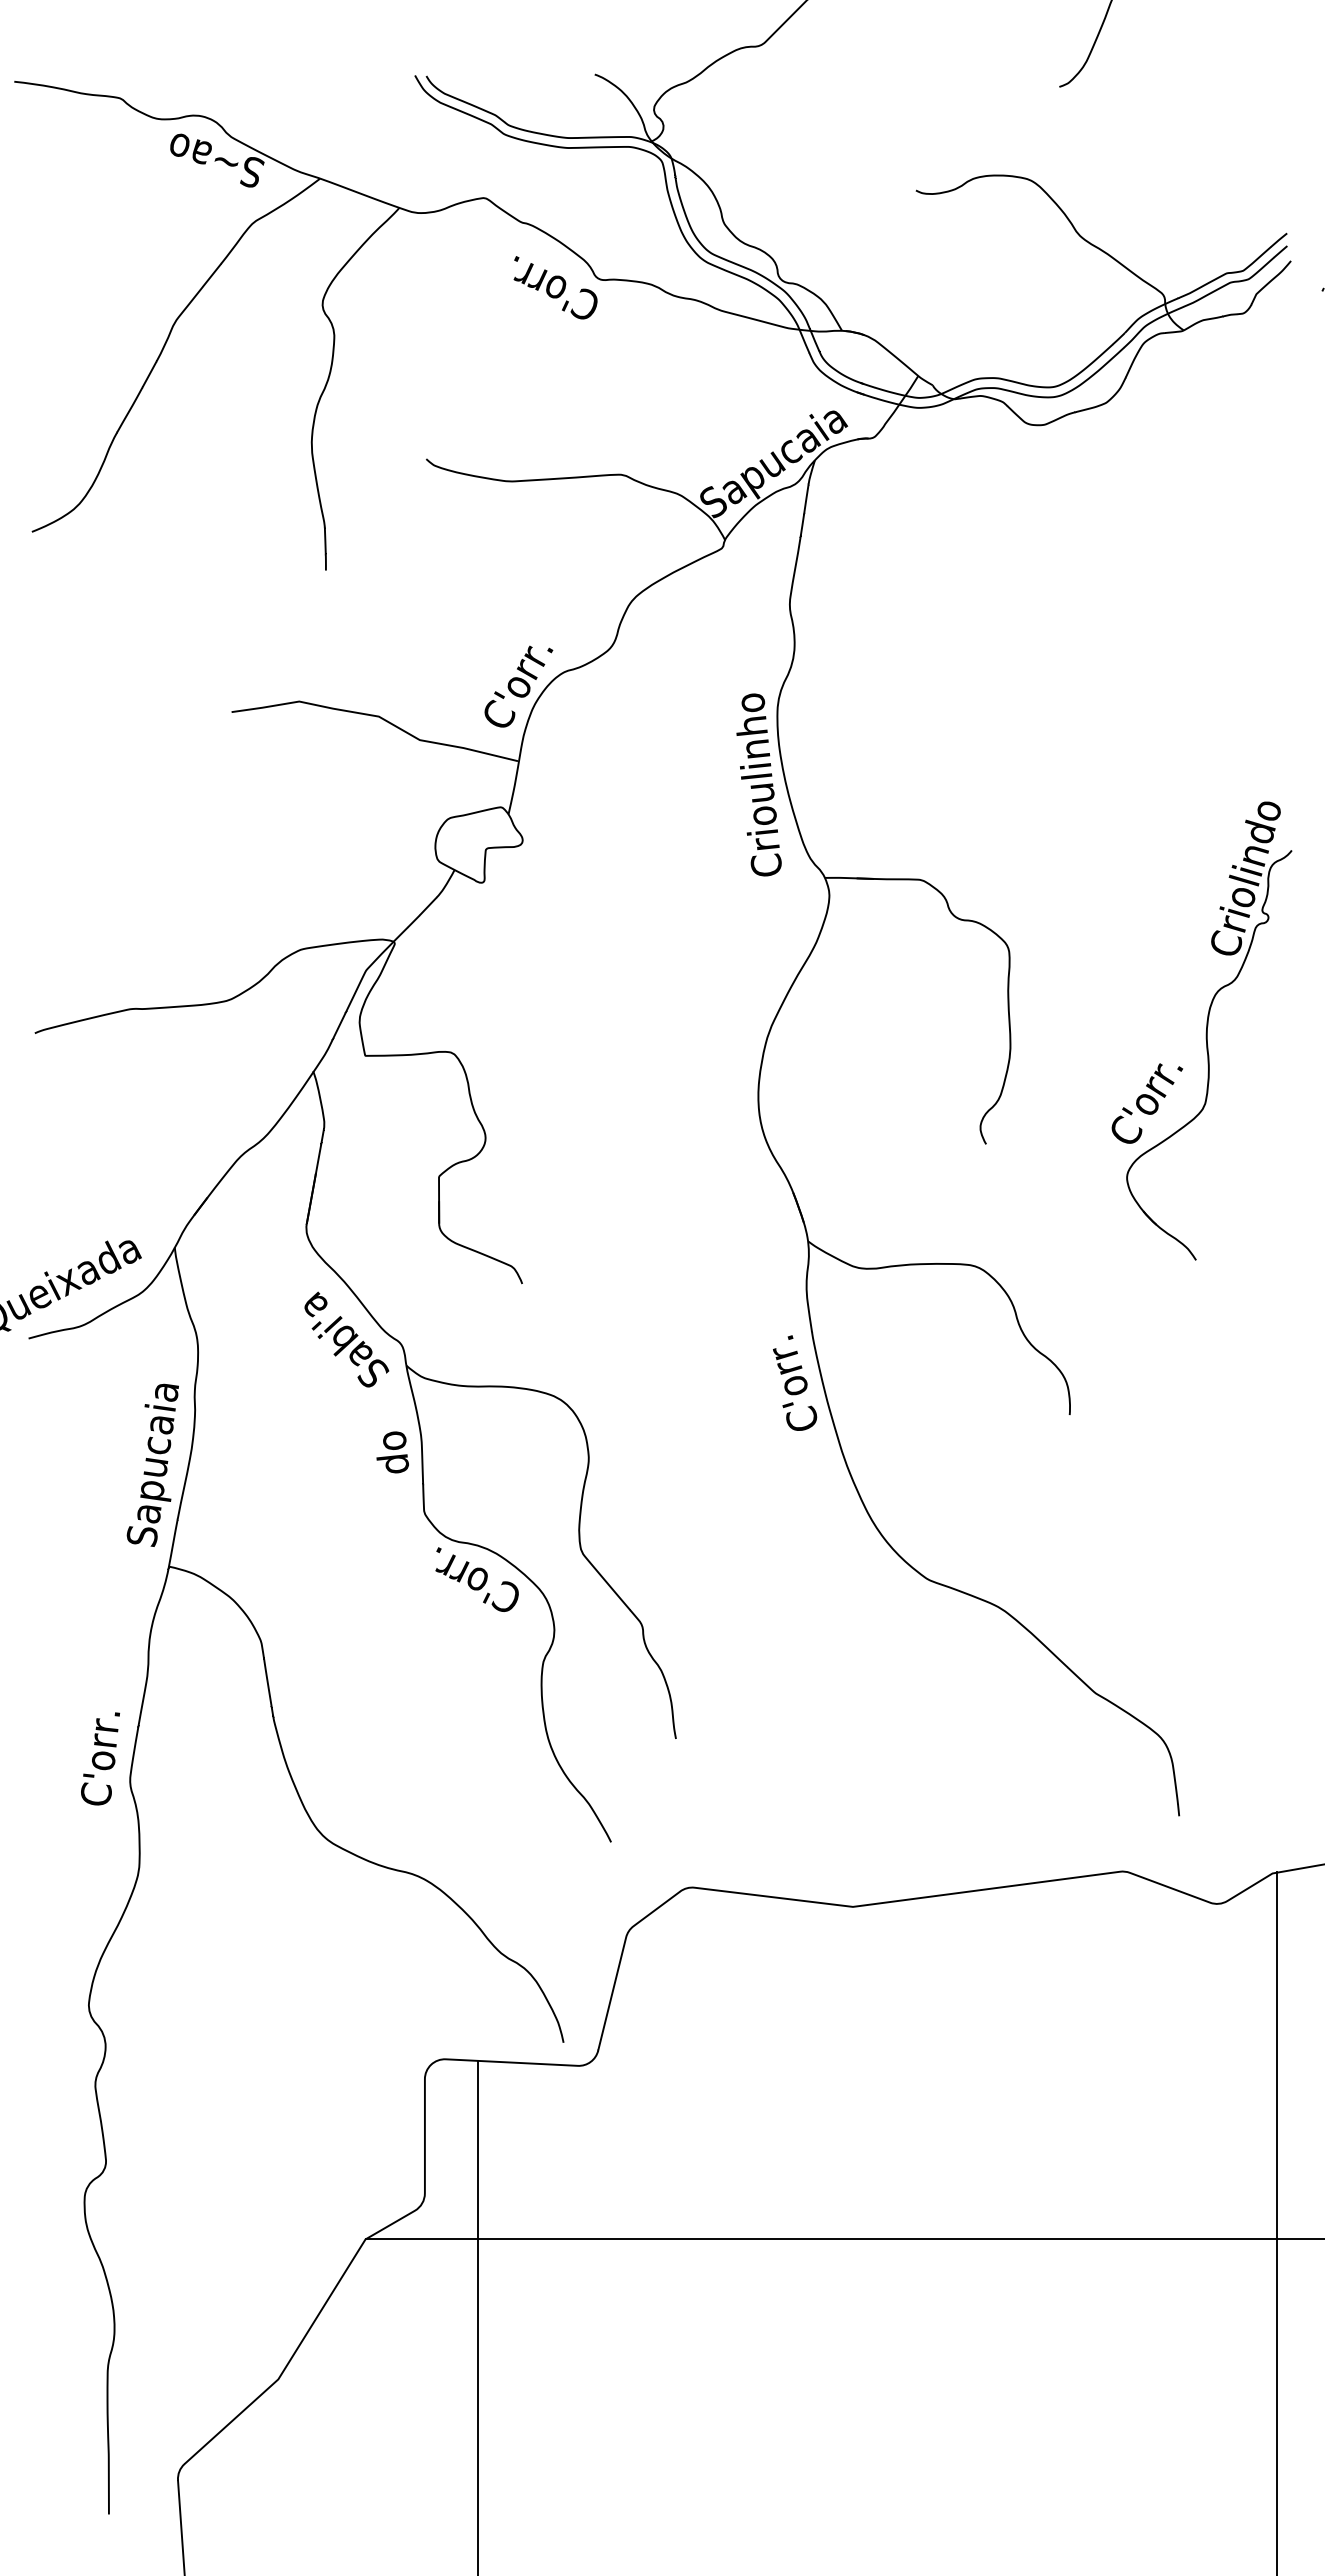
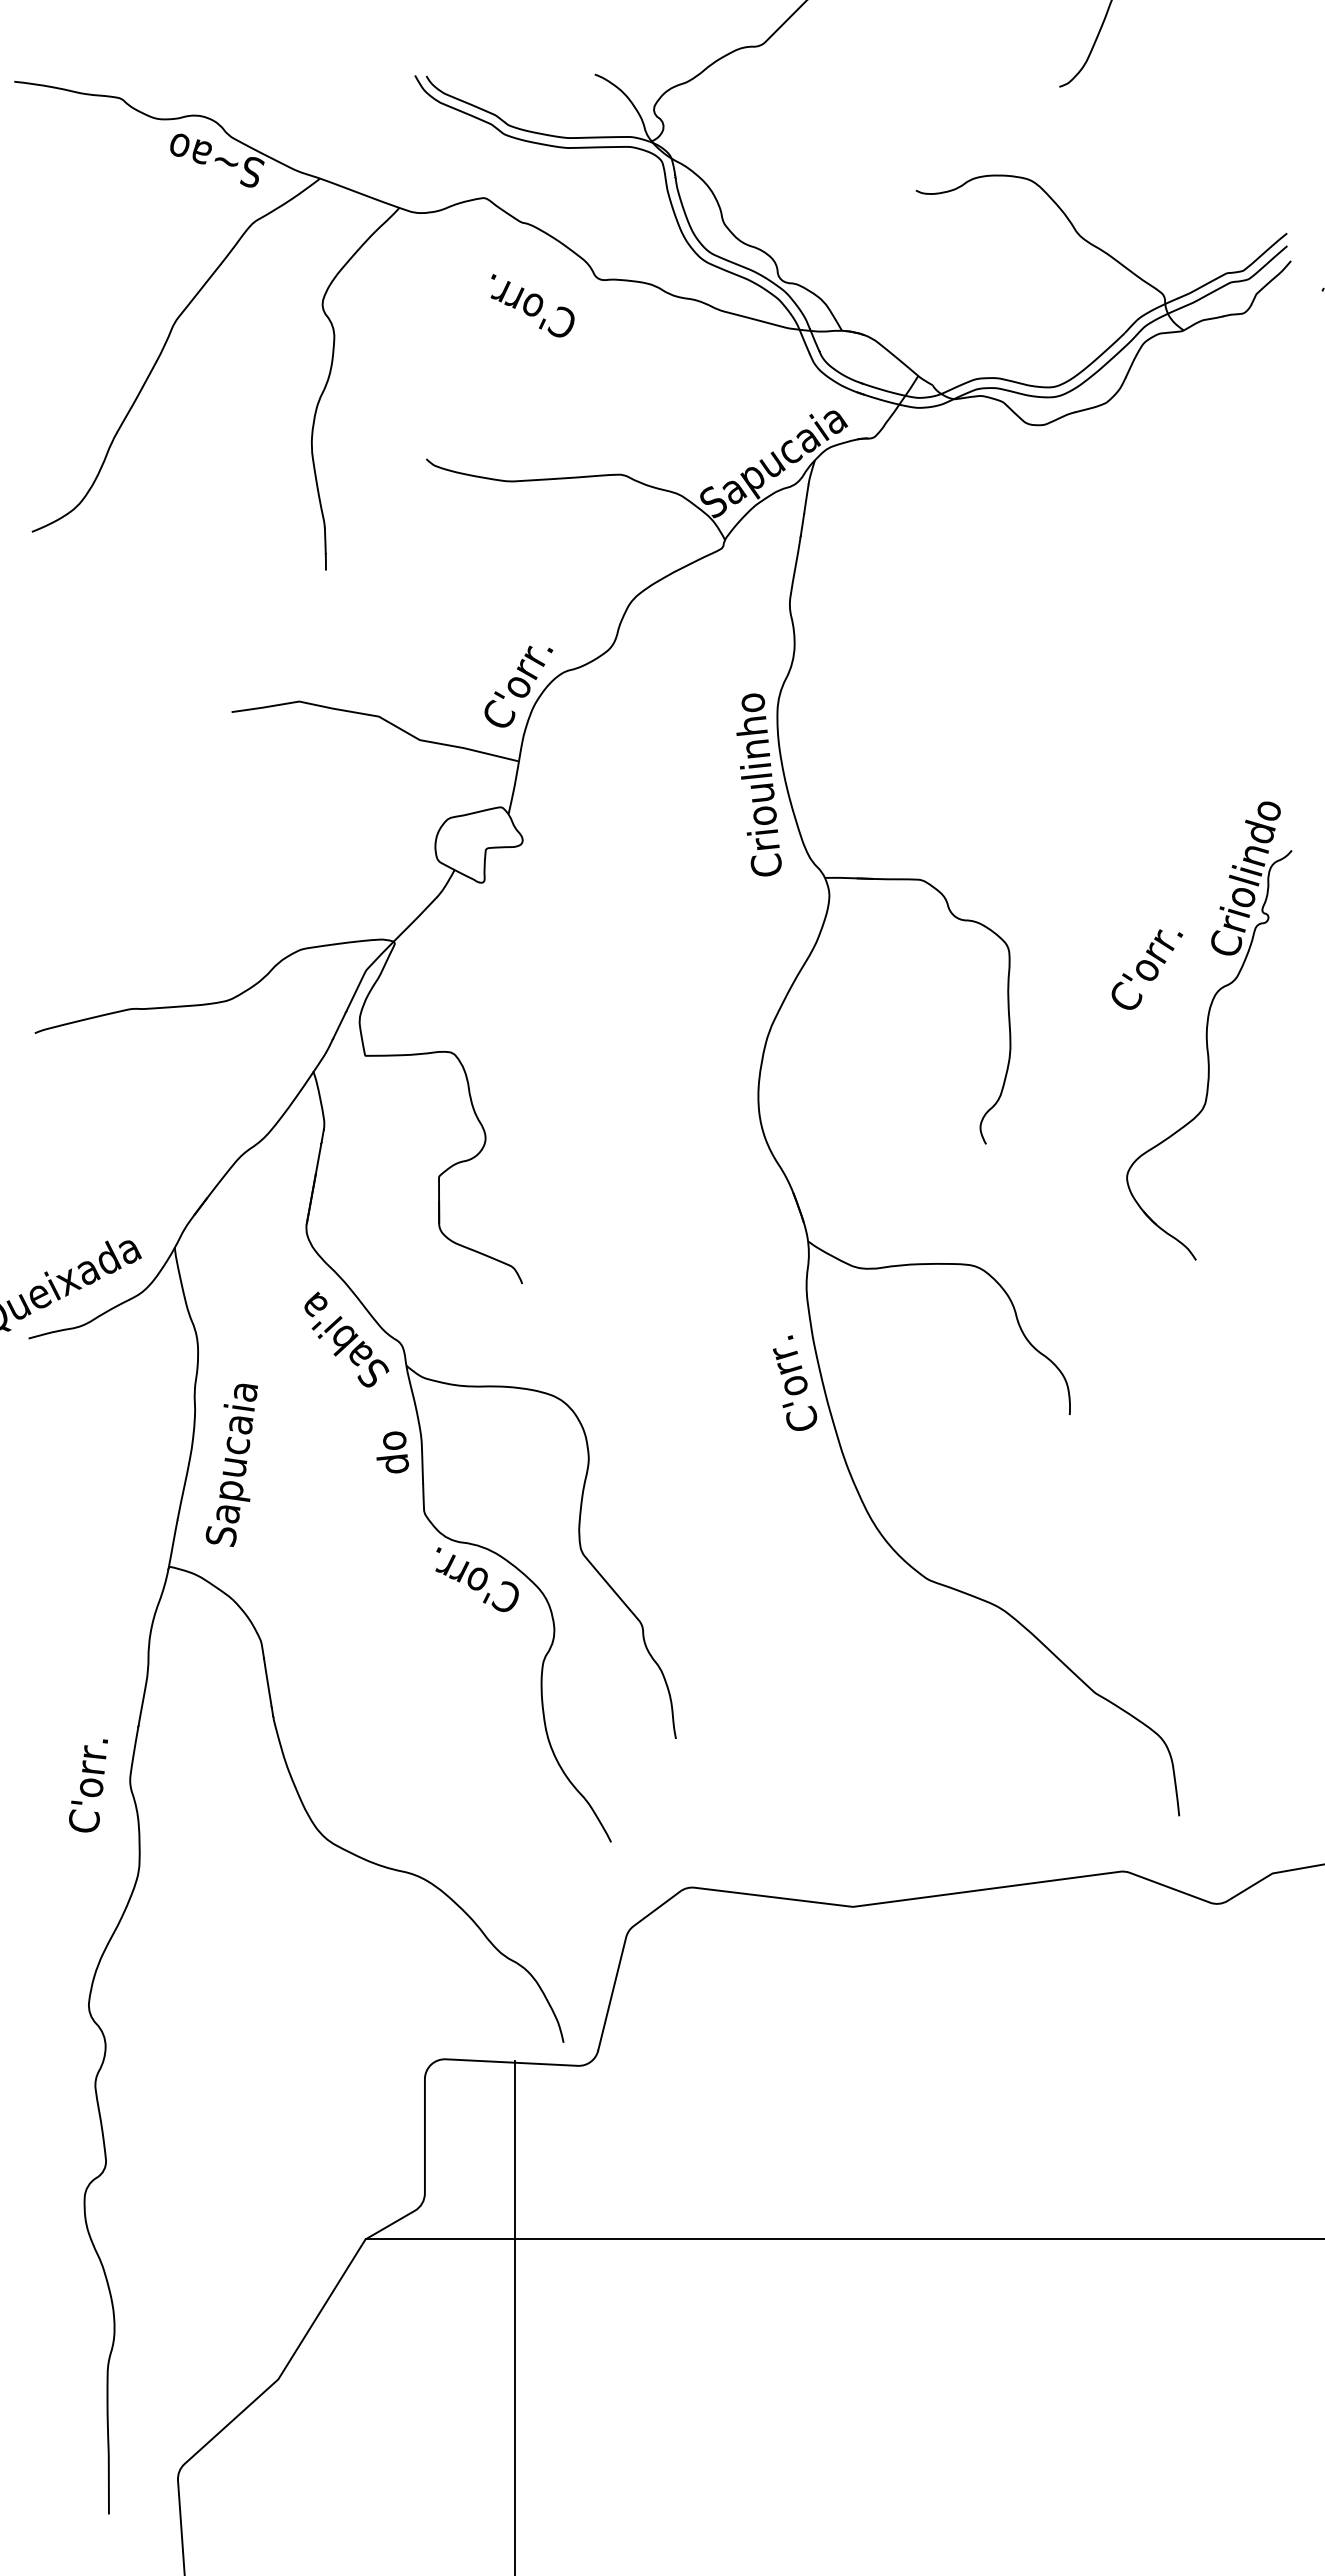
text at (555, 287) position: (555, 287) -> (532, 305)
text at (1147, 1103) position: (1147, 1103) -> (1147, 969)
text at (152, 1464) position: (152, 1464) -> (231, 1464)
text at (100, 1758) position: (100, 1758) -> (88, 1785)
line at (1277, 2222): present -> none
line at (477, 2316) position: (477, 2316) -> (514, 2316)
